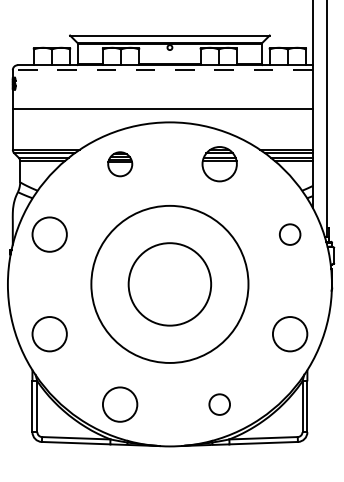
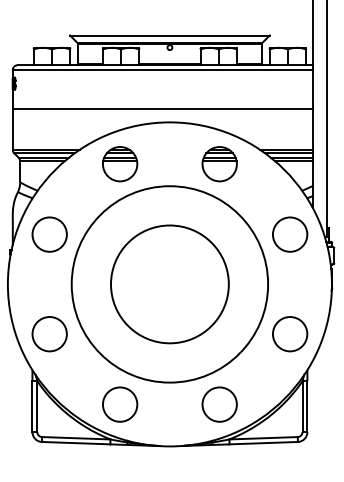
line at (162, 70): dashed -> solid
part at (120, 164) size: 27x27 px -> 37x37 px
circle at (289, 234) diameter: 21 px -> 34 px
circle at (169, 283) diameter: 157 px -> 196 px
circle at (169, 284) diameter: 82 px -> 118 px
circle at (219, 404) diameter: 21 px -> 34 px
